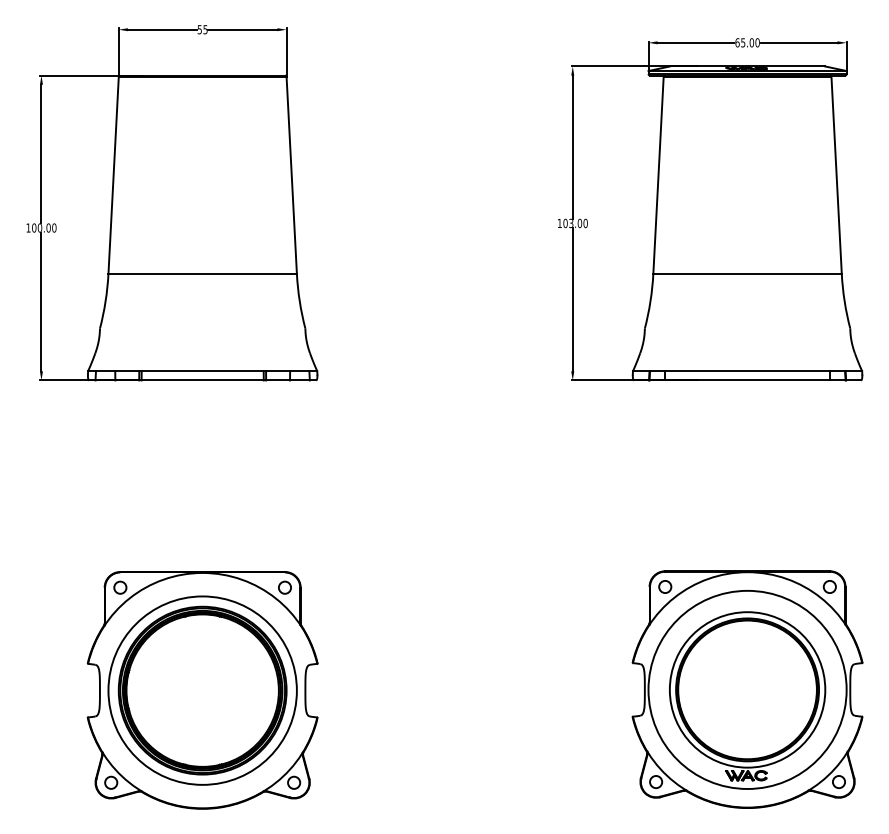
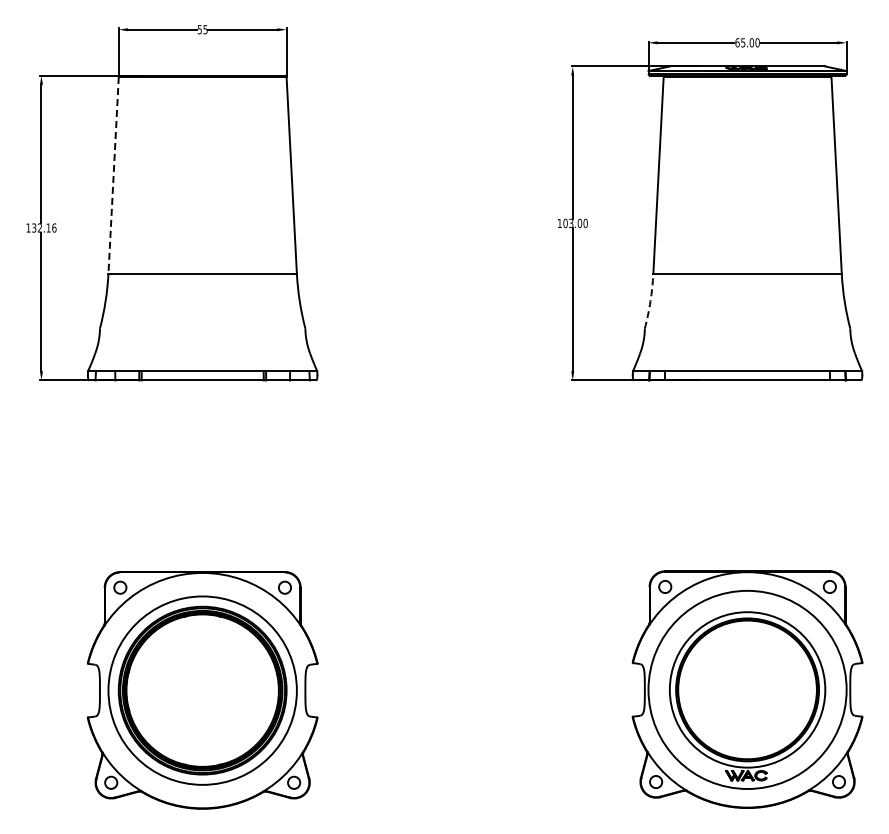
line at (113, 175): solid -> dashed
text at (44, 227): 100.00 -> 132.16
arc at (650, 301): solid -> dashed
